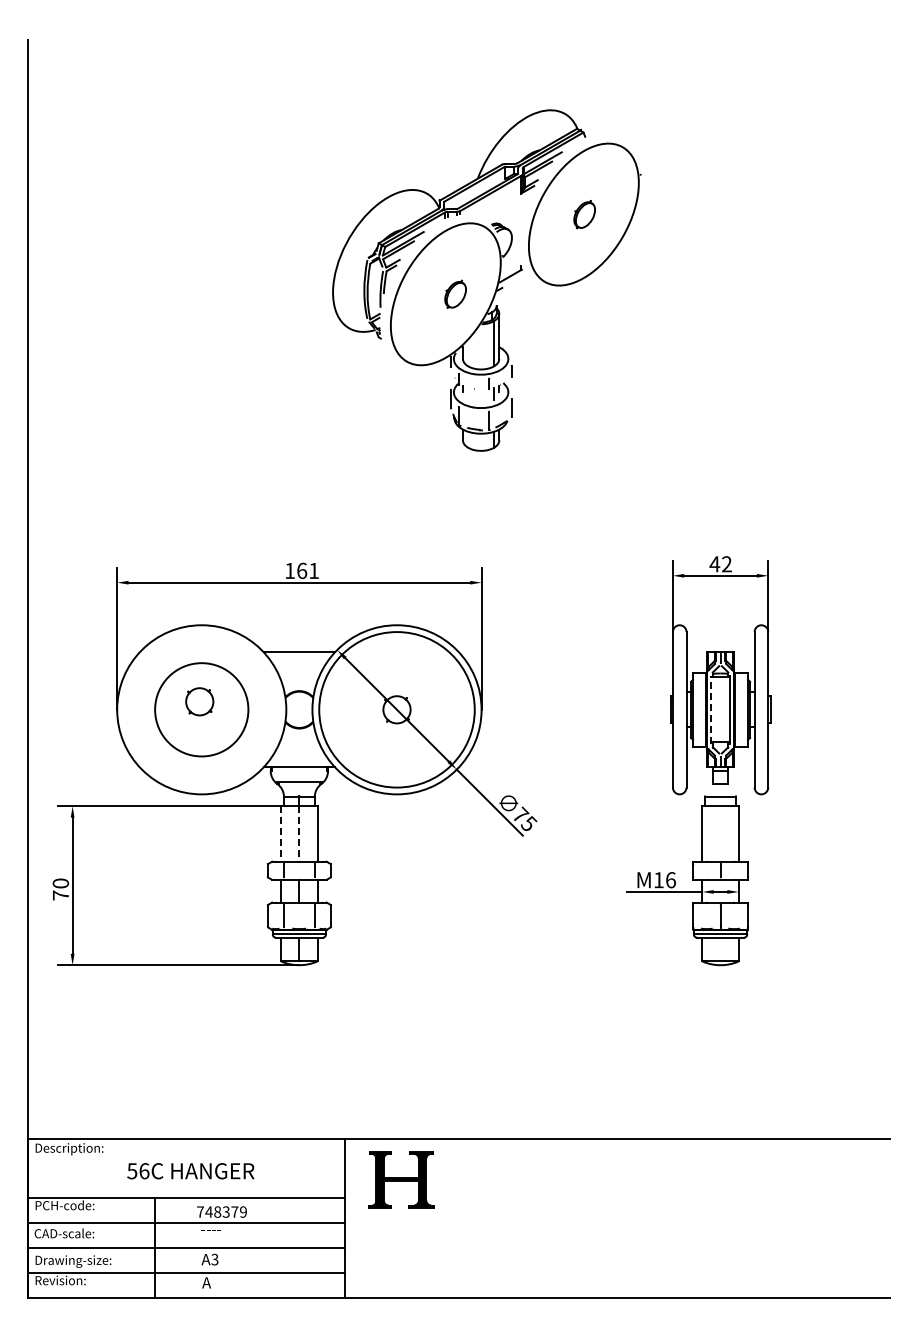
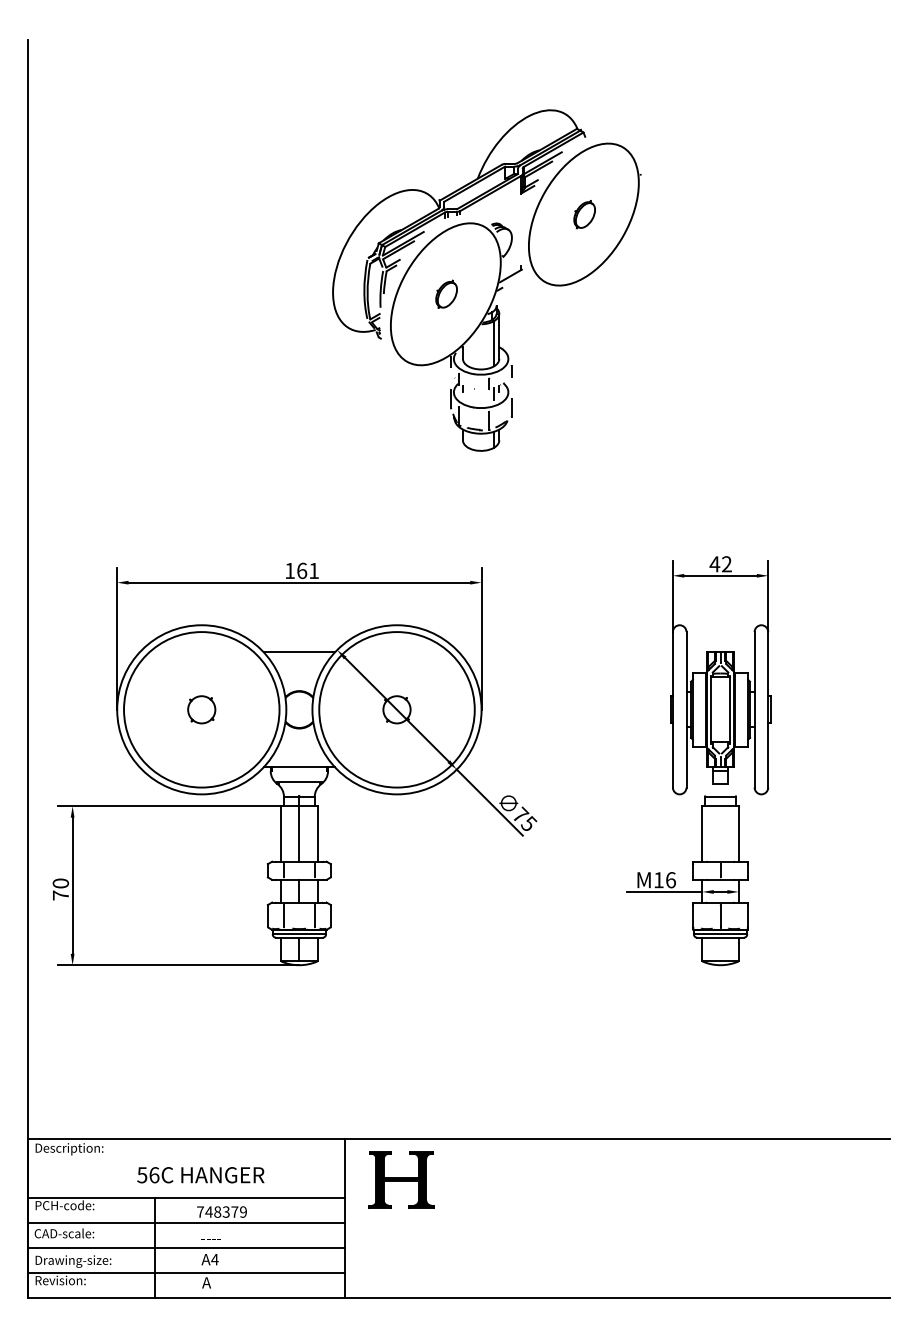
part at (455, 293) position: (455, 293) -> (446, 293)
part at (199, 701) position: (199, 701) -> (201, 709)
circle at (201, 709) diameter: 93 px -> 156 px
line at (711, 709): dashed -> solid
line at (281, 834): dashed -> solid
line at (299, 834): dashed -> solid
text at (190, 1171) position: (190, 1171) -> (200, 1175)
text at (210, 1230) position: (210, 1230) -> (210, 1239)
text at (214, 1259): A3 -> A4
